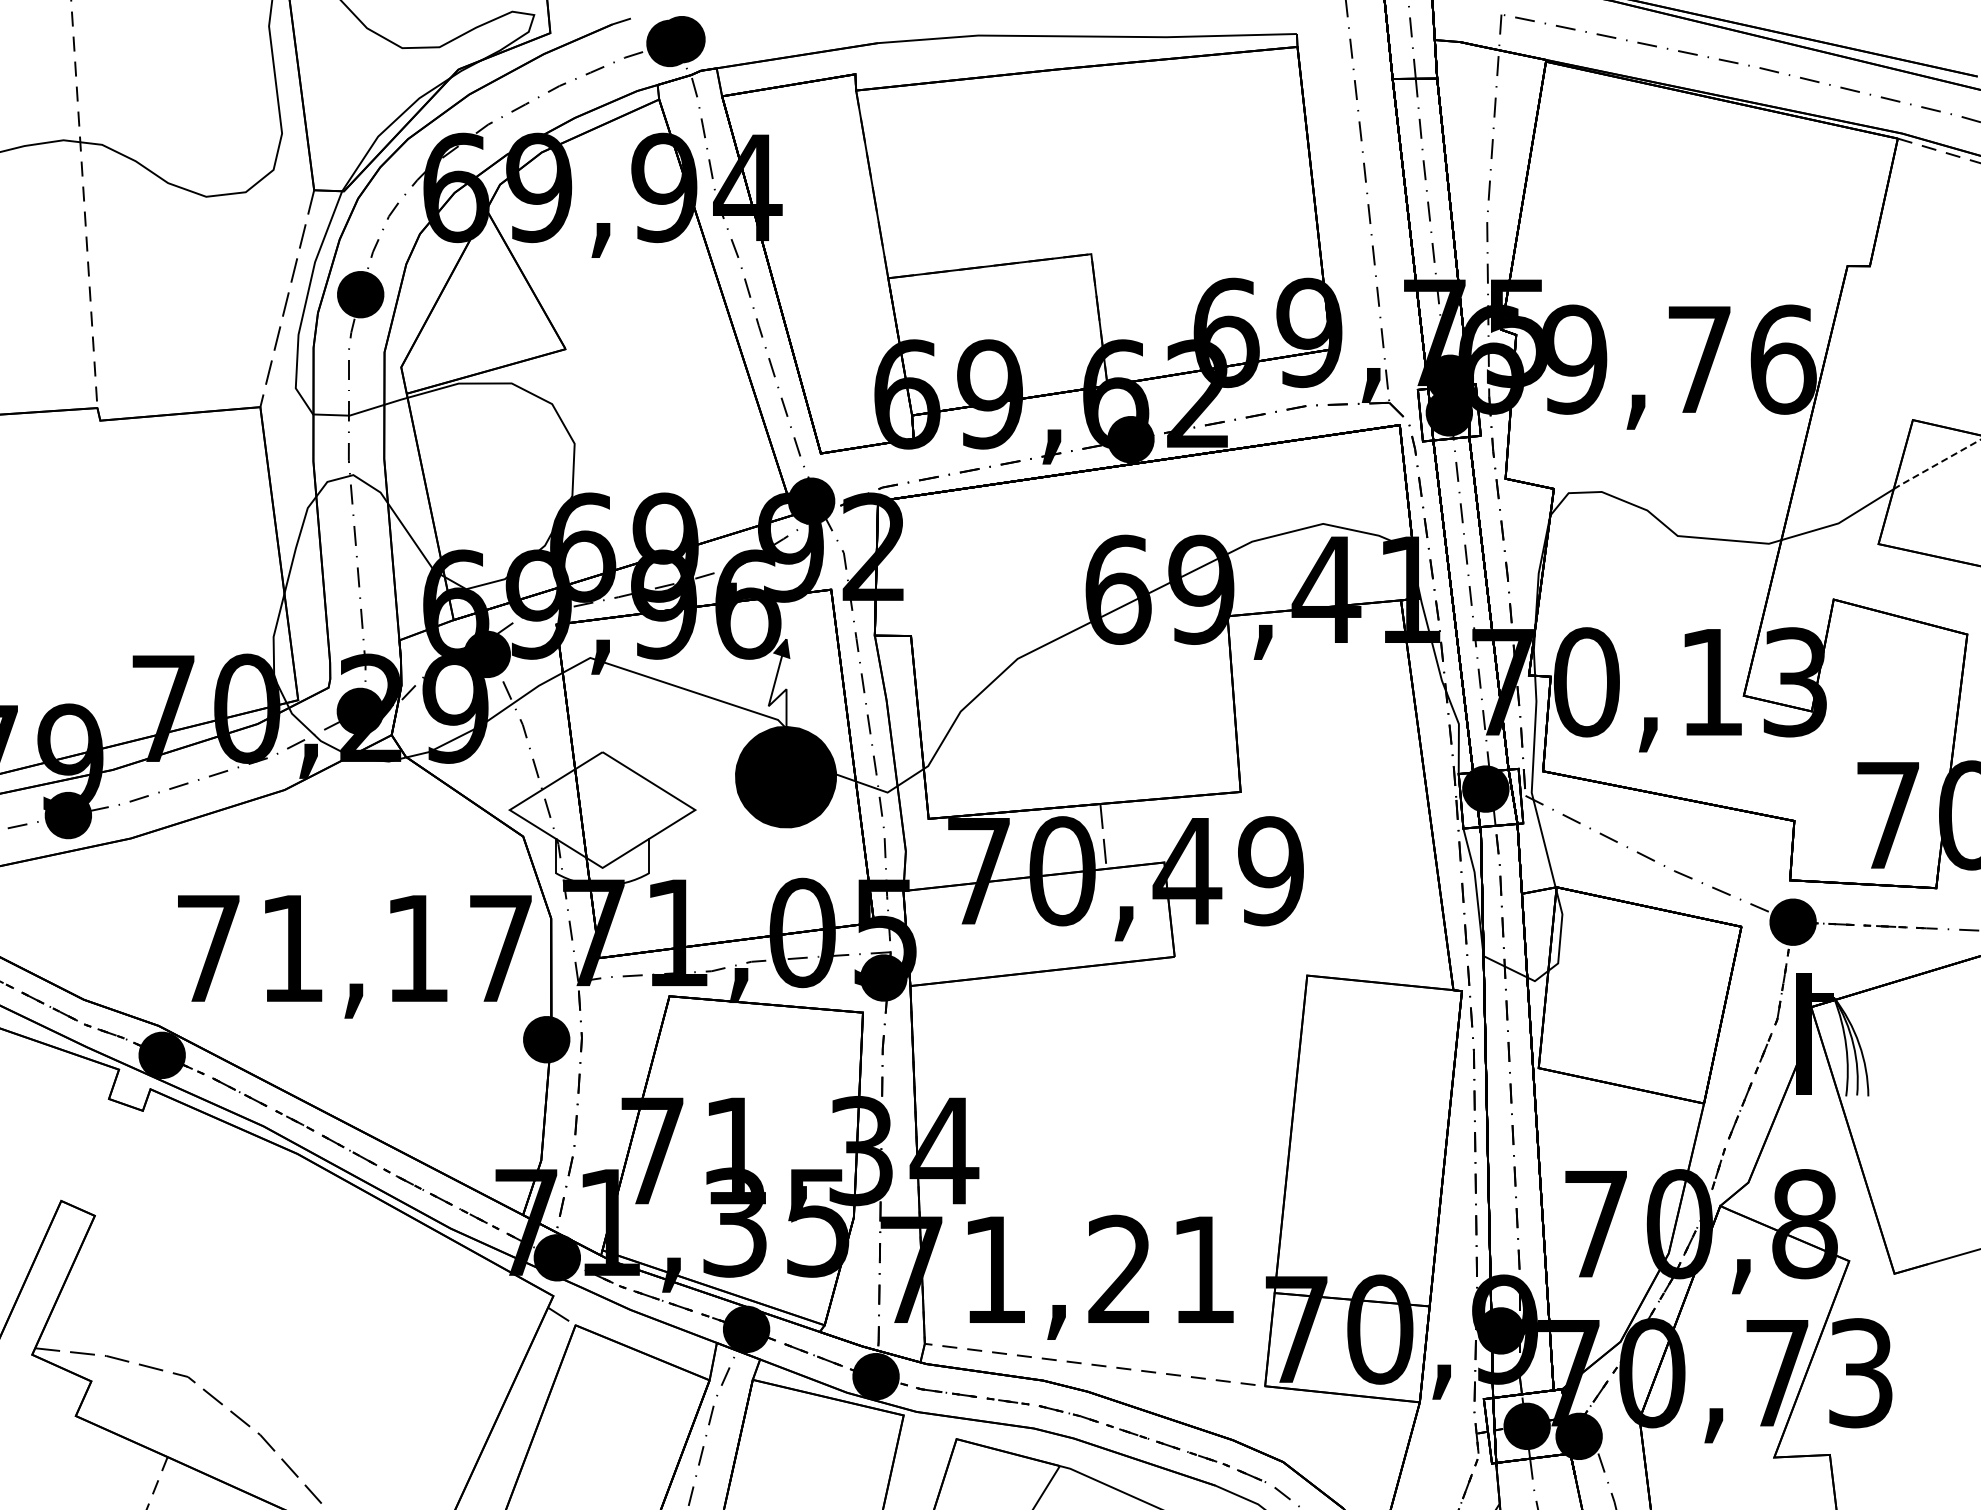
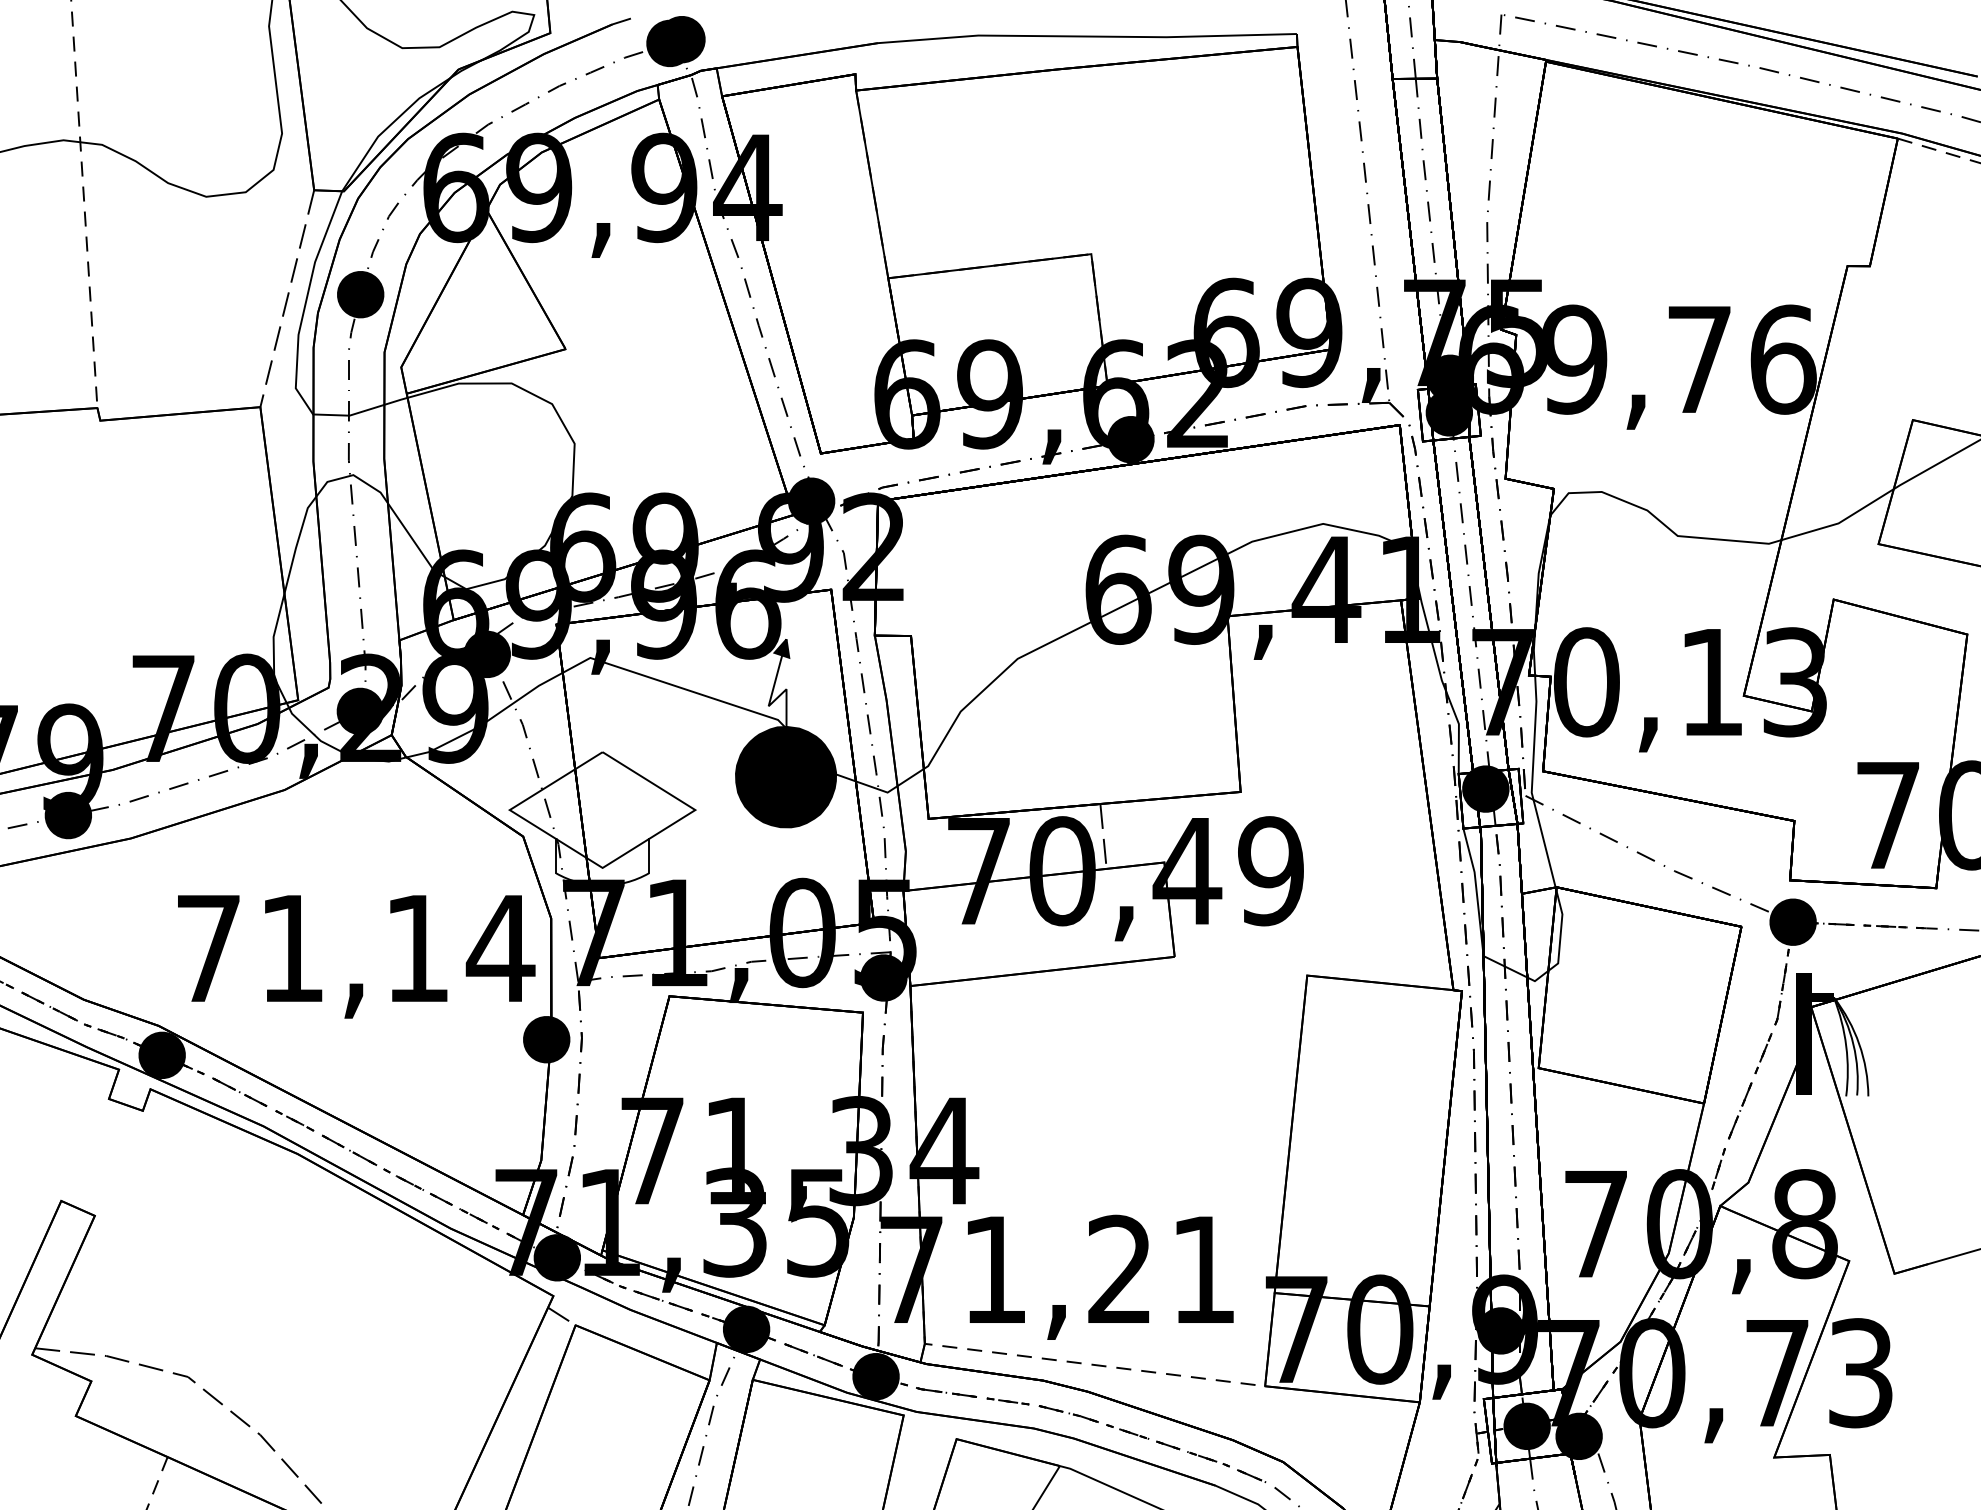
line at (1936, 464): dashed -> solid
text at (500, 948): 71,17 -> 71,14
